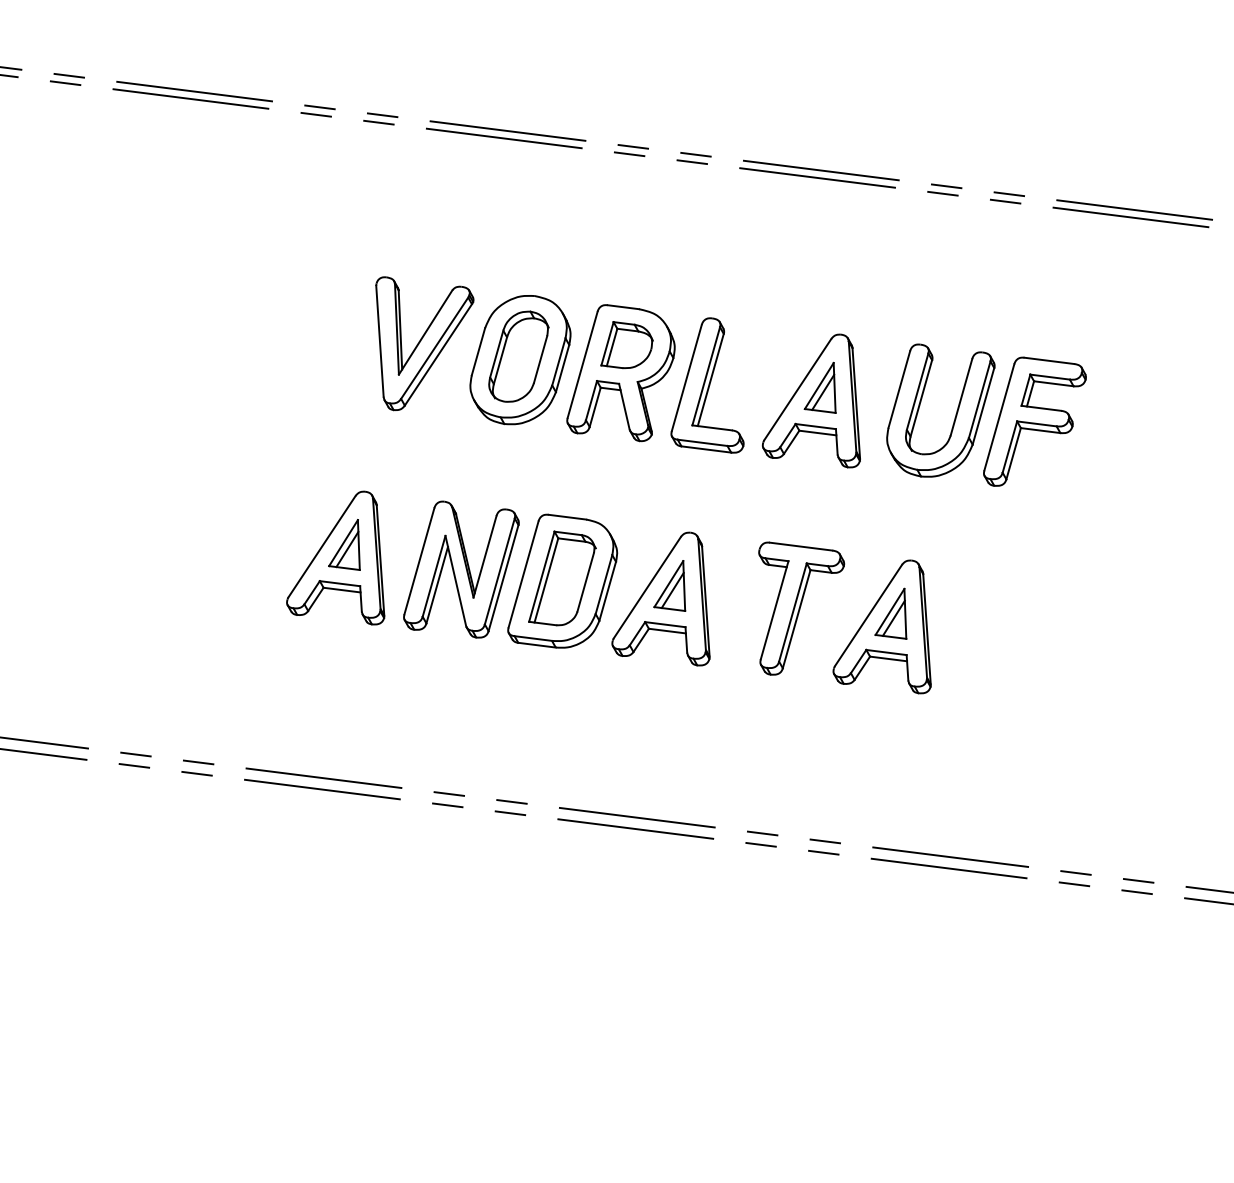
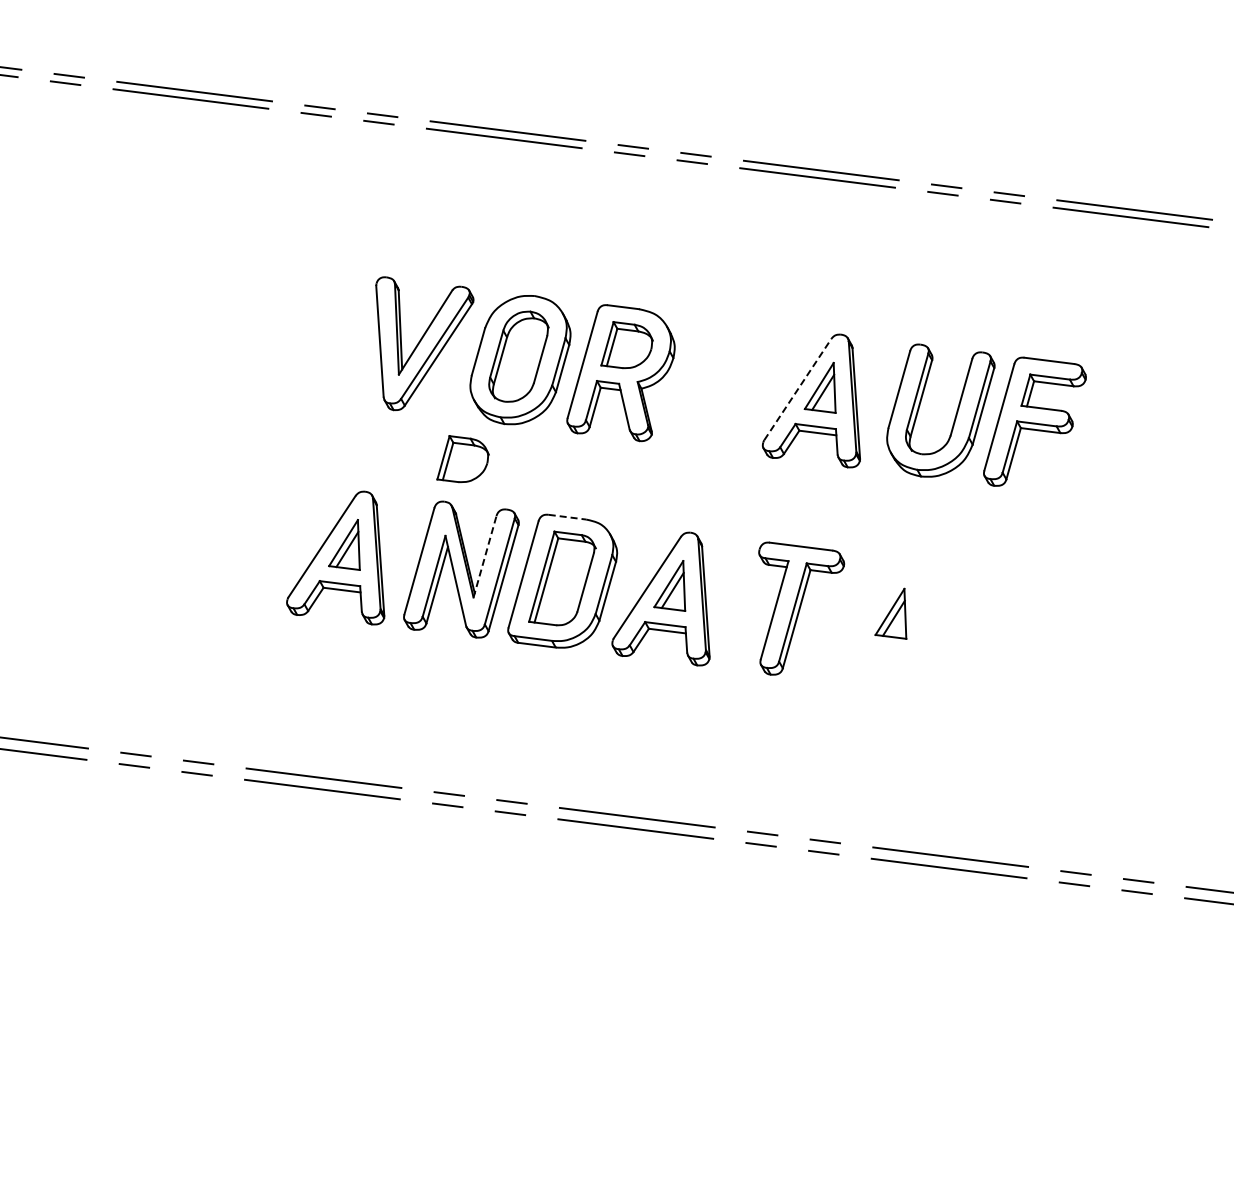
part at (707, 385): present -> none
line at (797, 389): solid -> dashed
part at (462, 459): none -> present
line at (567, 517): solid -> dashed
line at (485, 556): solid -> dashed
part at (881, 626): present -> none
